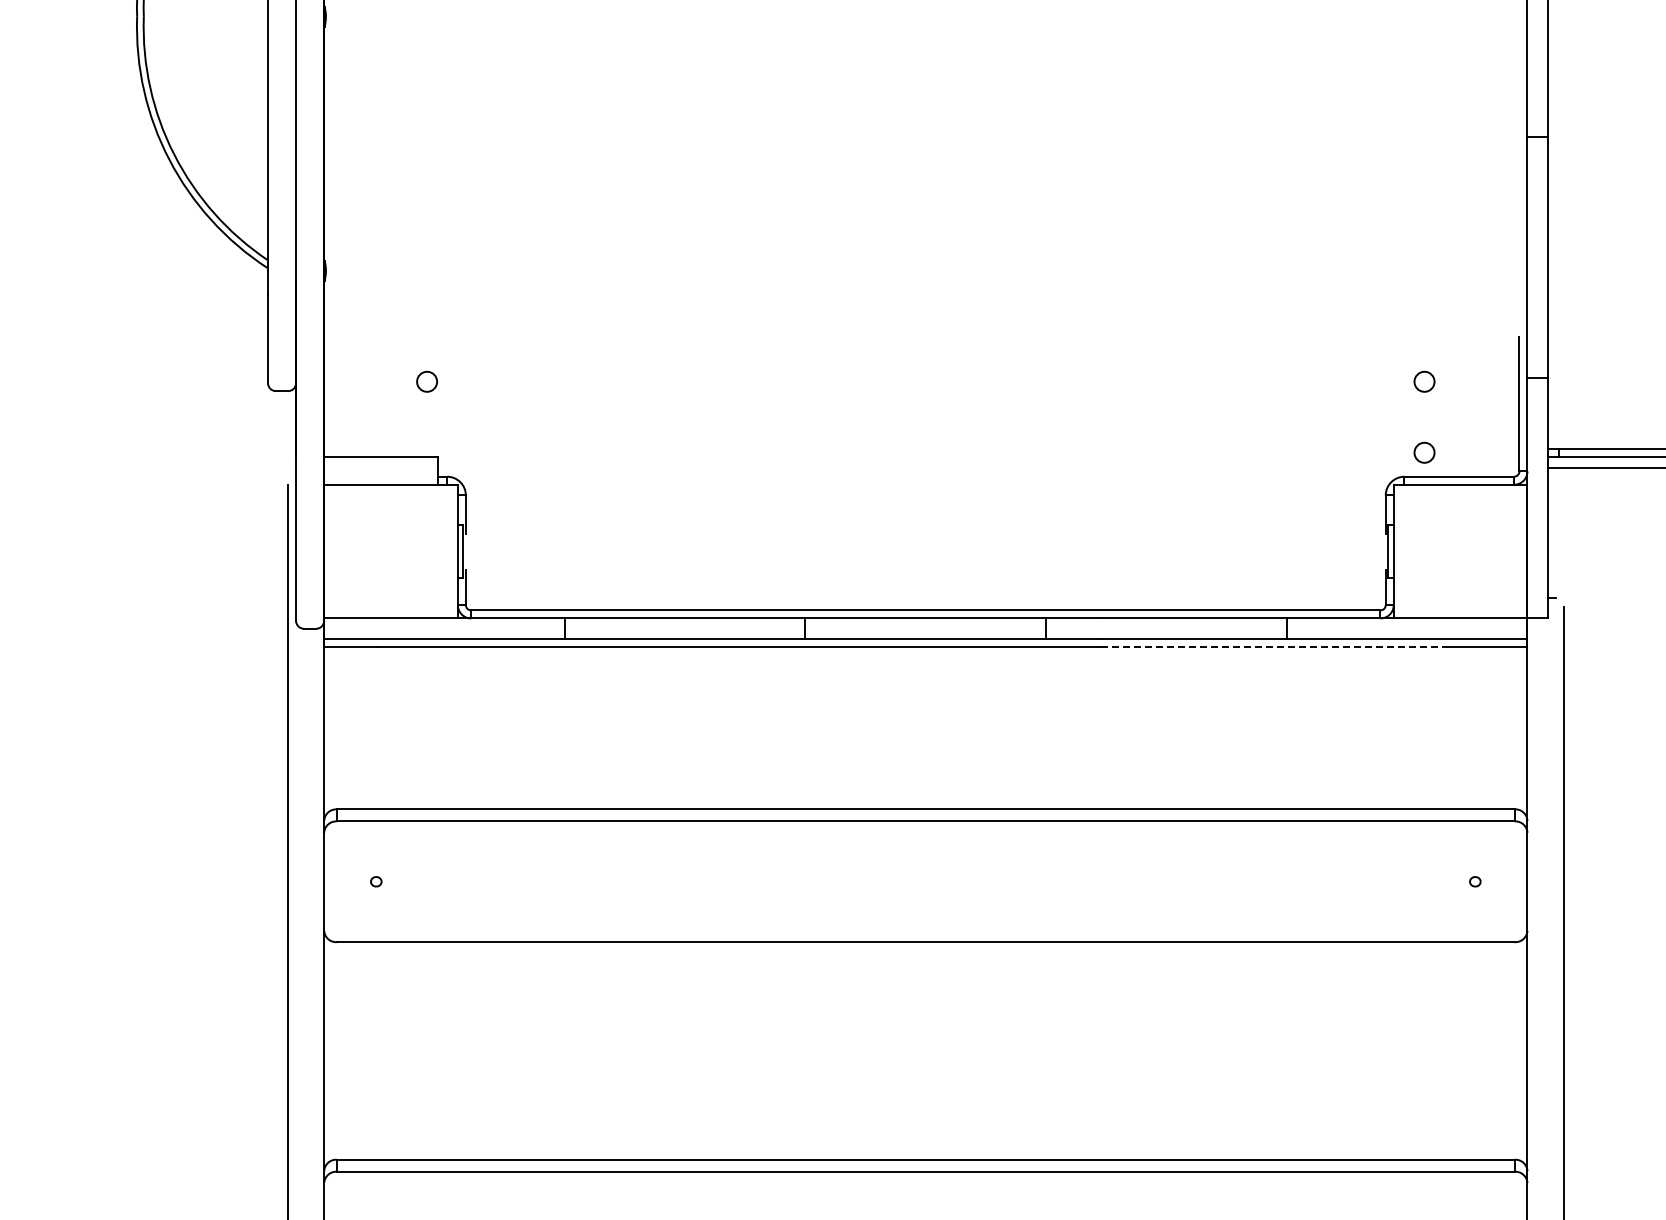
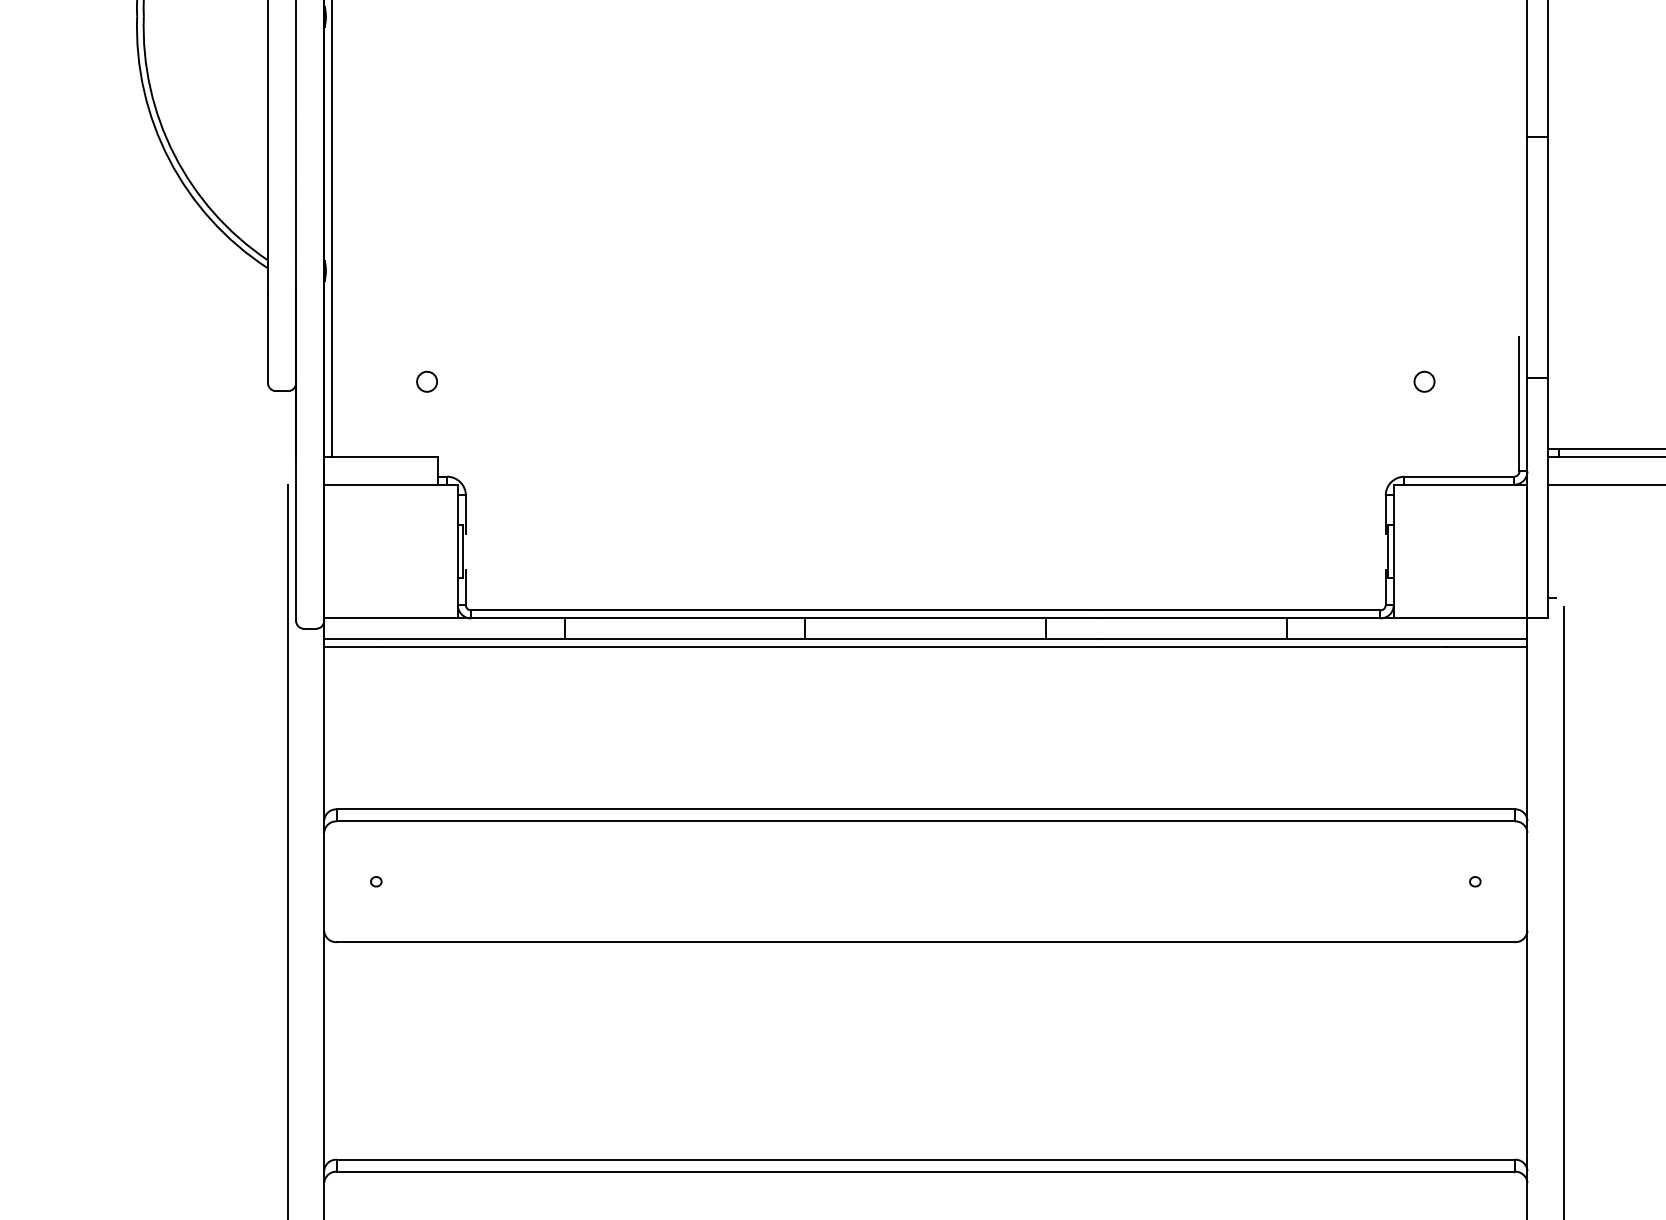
line at (332, 229): none -> present
circle at (1424, 452): present -> none
line at (1604, 467) position: (1604, 467) -> (1604, 484)
line at (1274, 646): dashed -> solid
